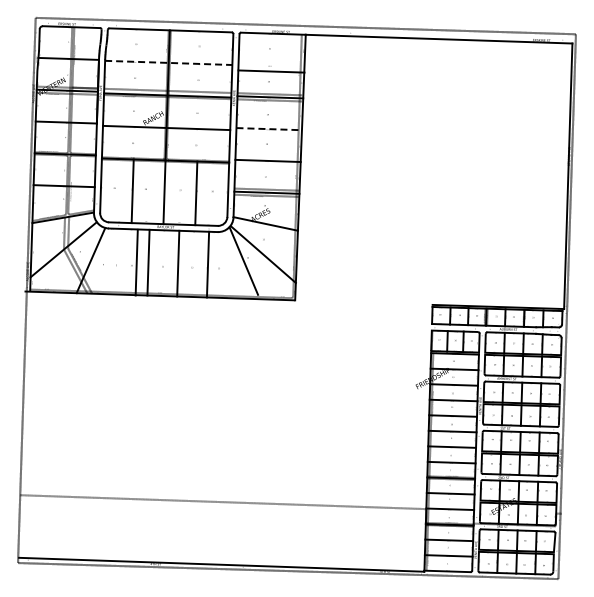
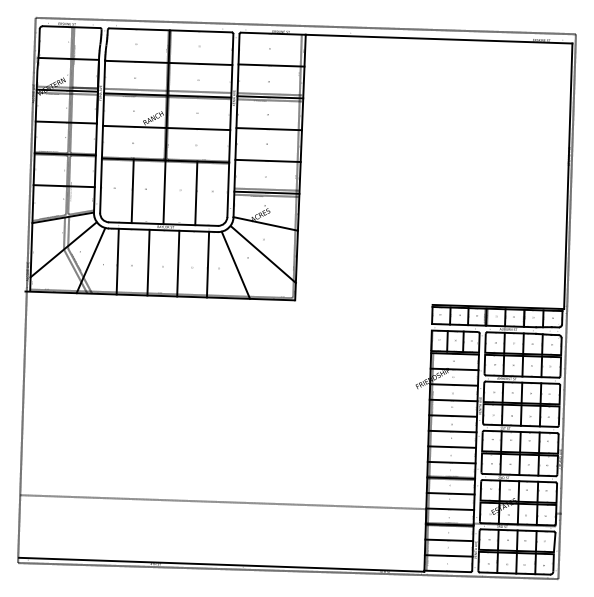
line at (168, 62): dashed -> solid
line at (271, 71) position: (271, 71) -> (271, 65)
line at (269, 129): dashed -> solid
line at (243, 260) position: (243, 260) -> (235, 264)
line at (136, 262) position: (136, 262) -> (117, 261)
